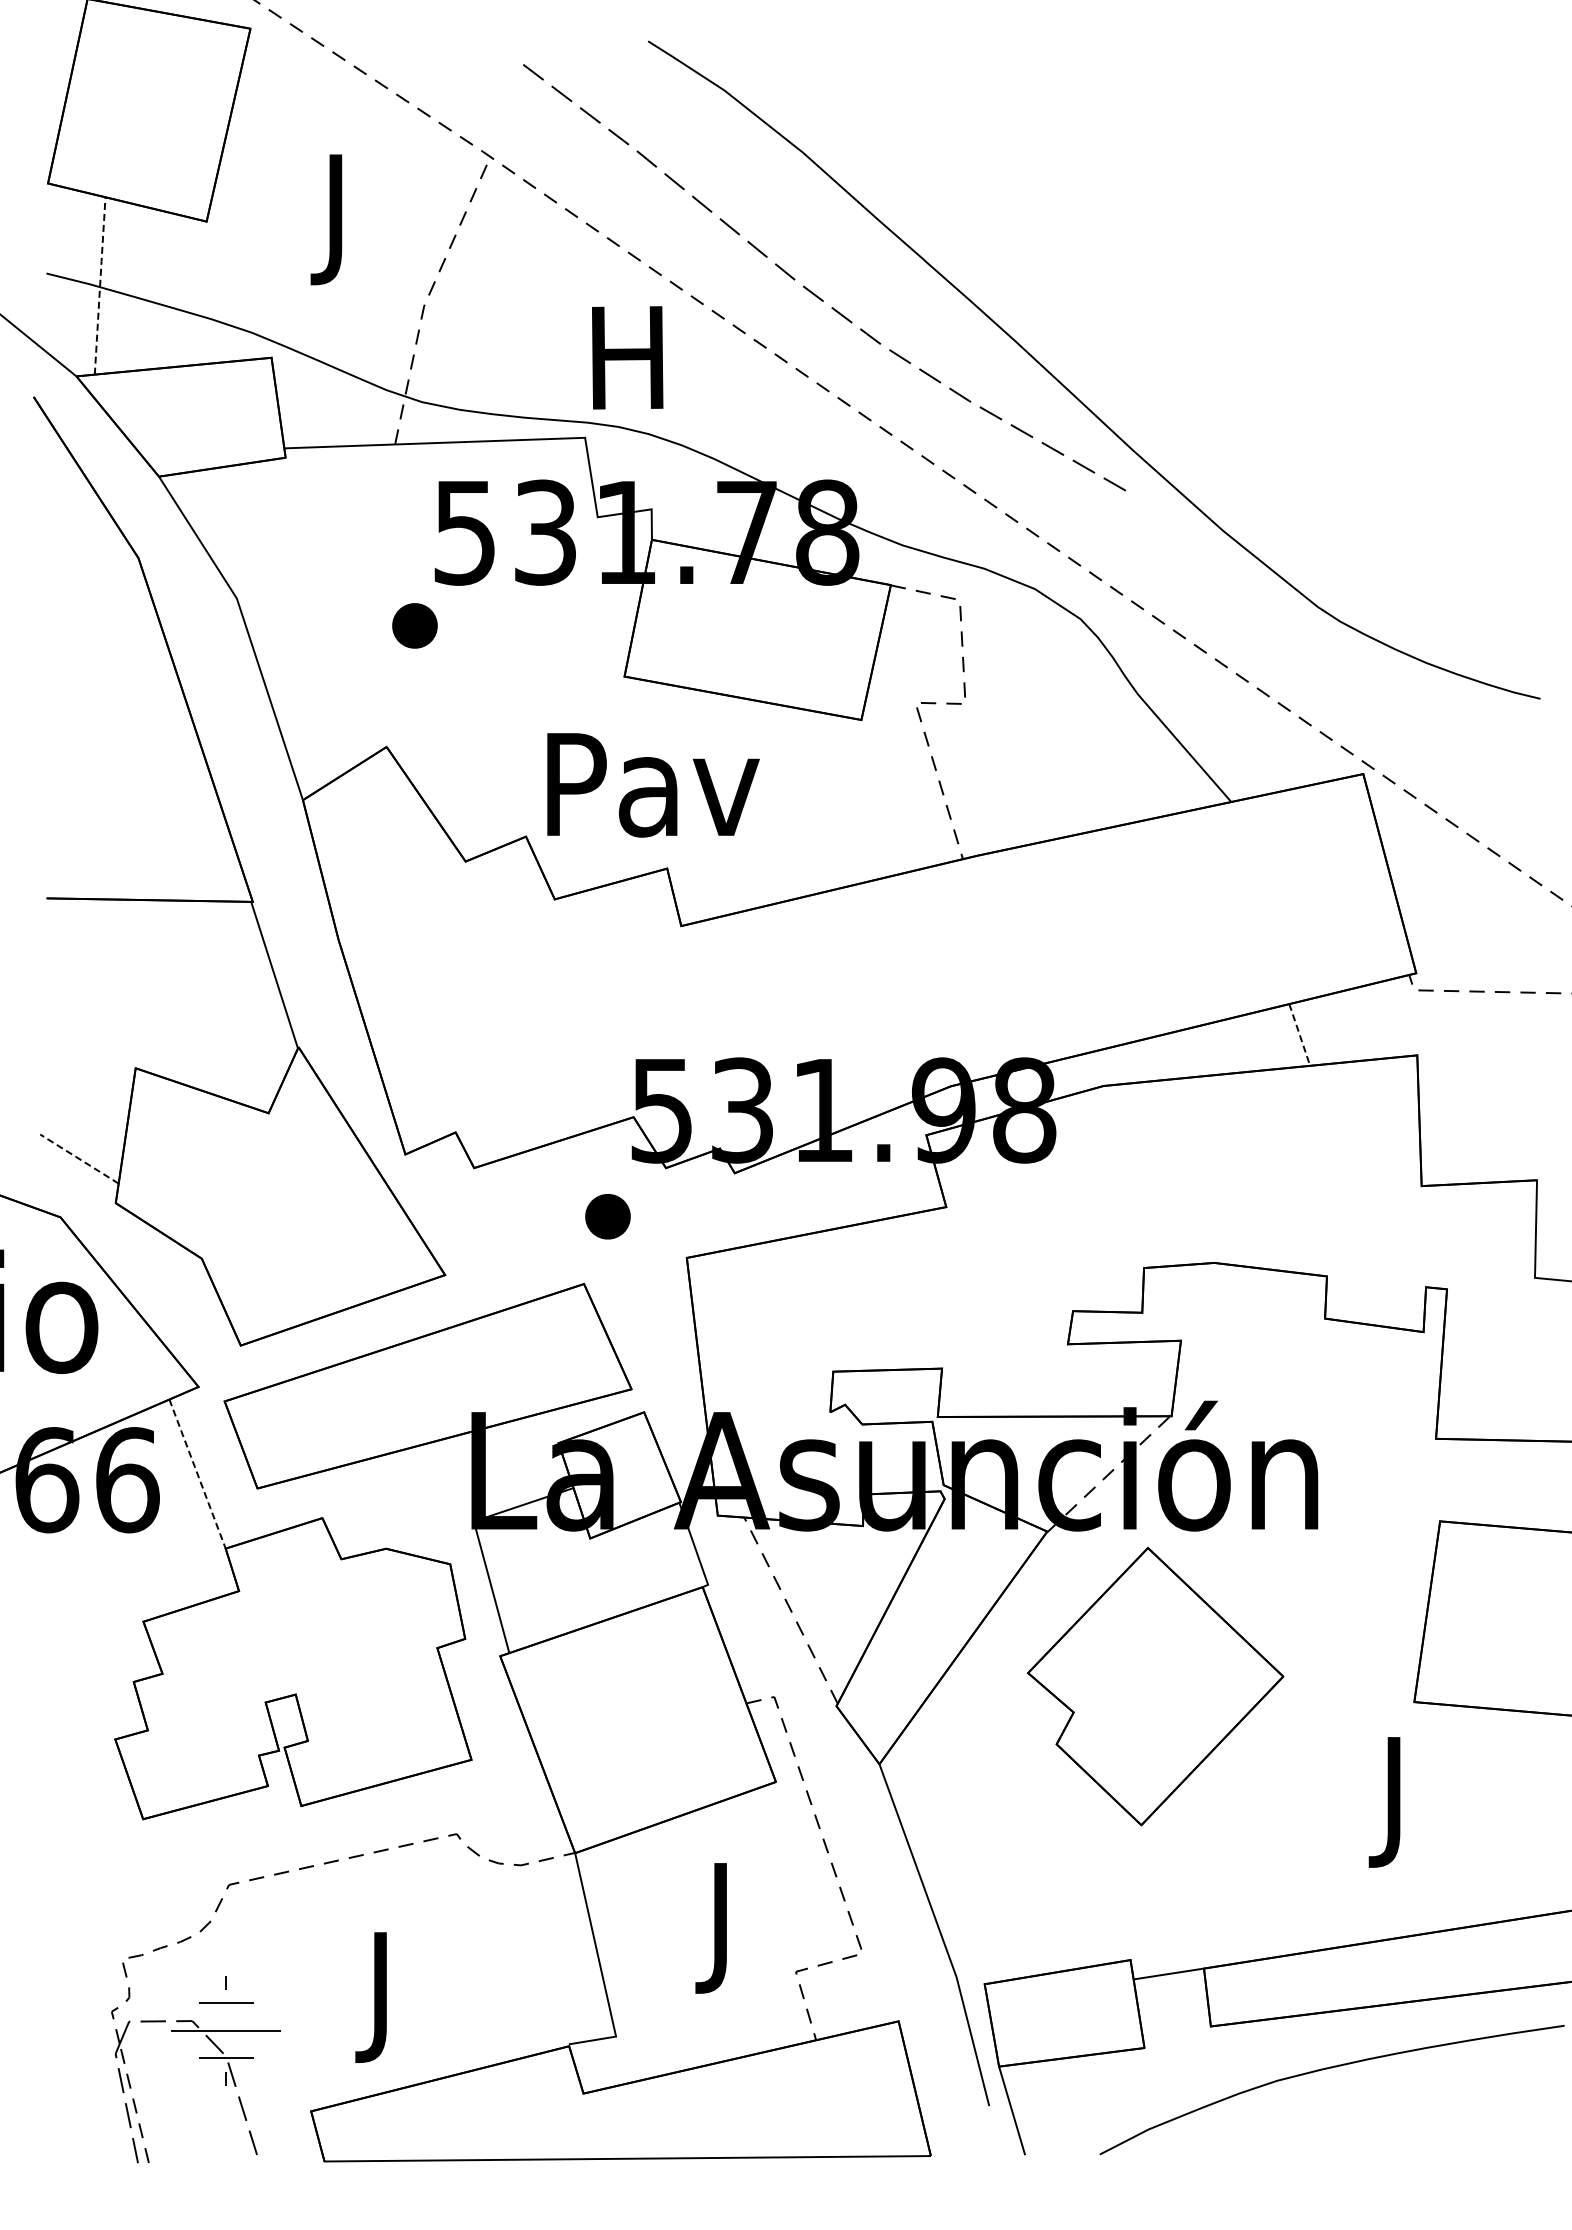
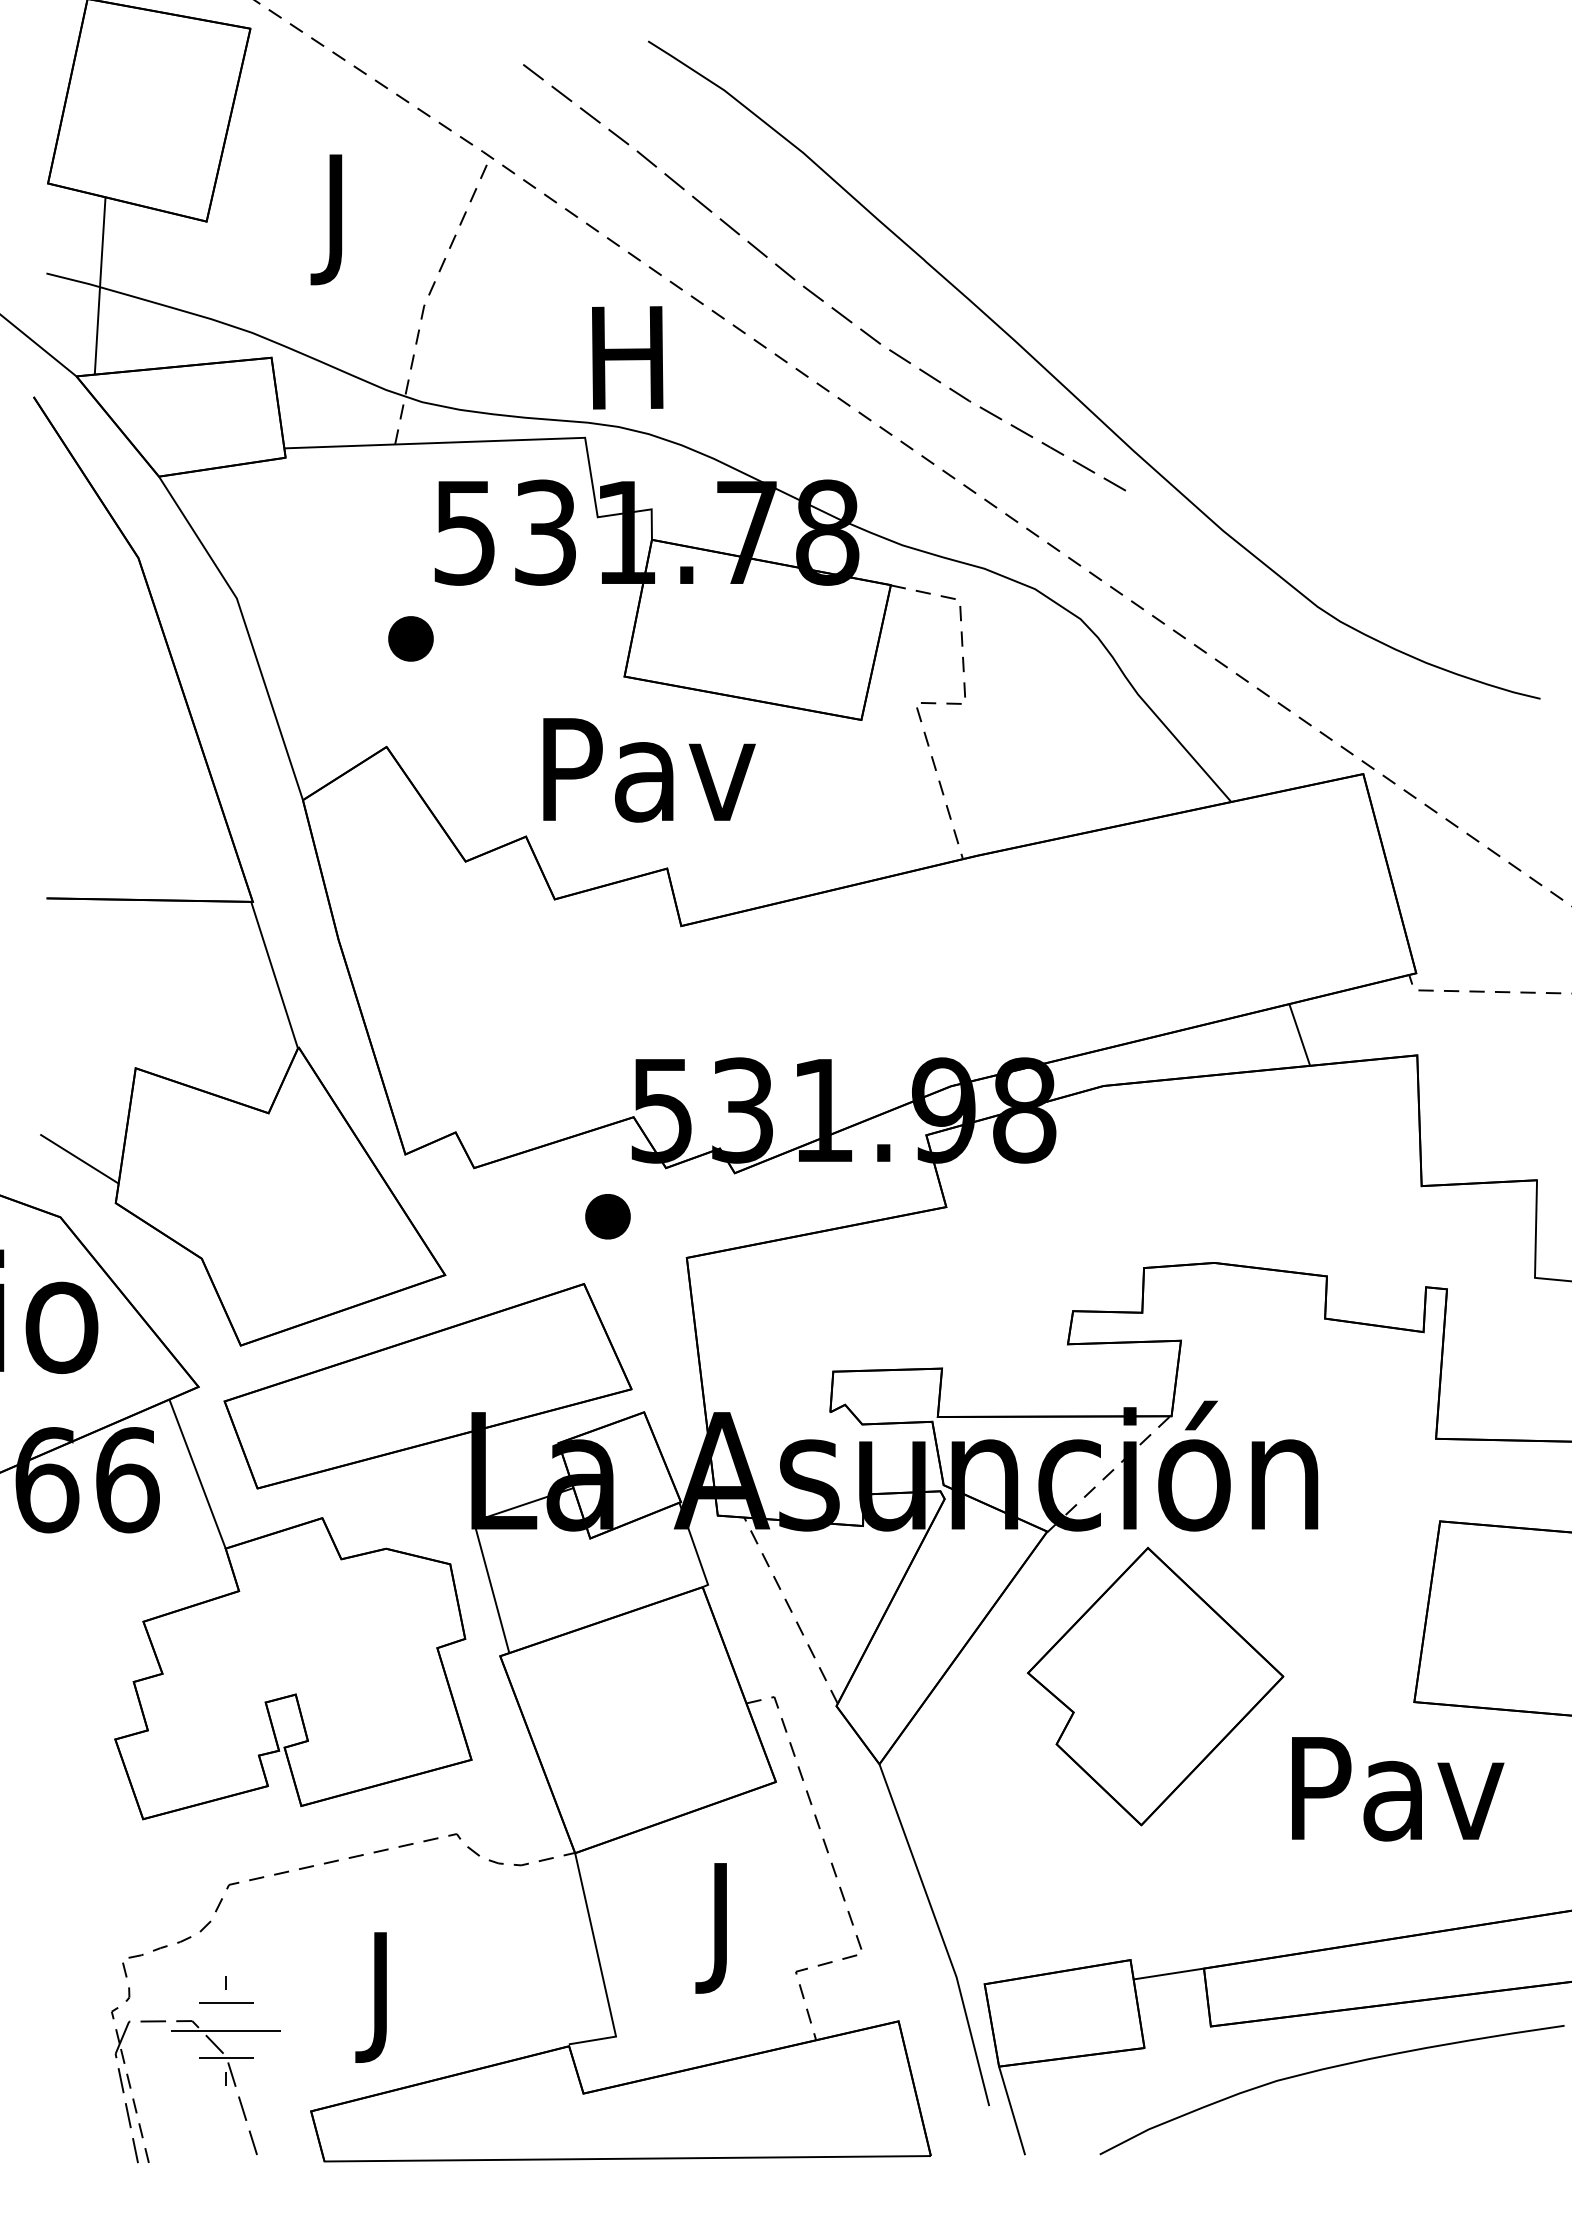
line at (100, 285): dashed -> solid
part at (414, 625) position: (414, 625) -> (410, 638)
text at (653, 785) position: (653, 785) -> (649, 770)
line at (1299, 1035): dashed -> solid
line at (79, 1158): dashed -> solid
line at (197, 1474): dashed -> solid
text at (1398, 1802): J -> Pav
